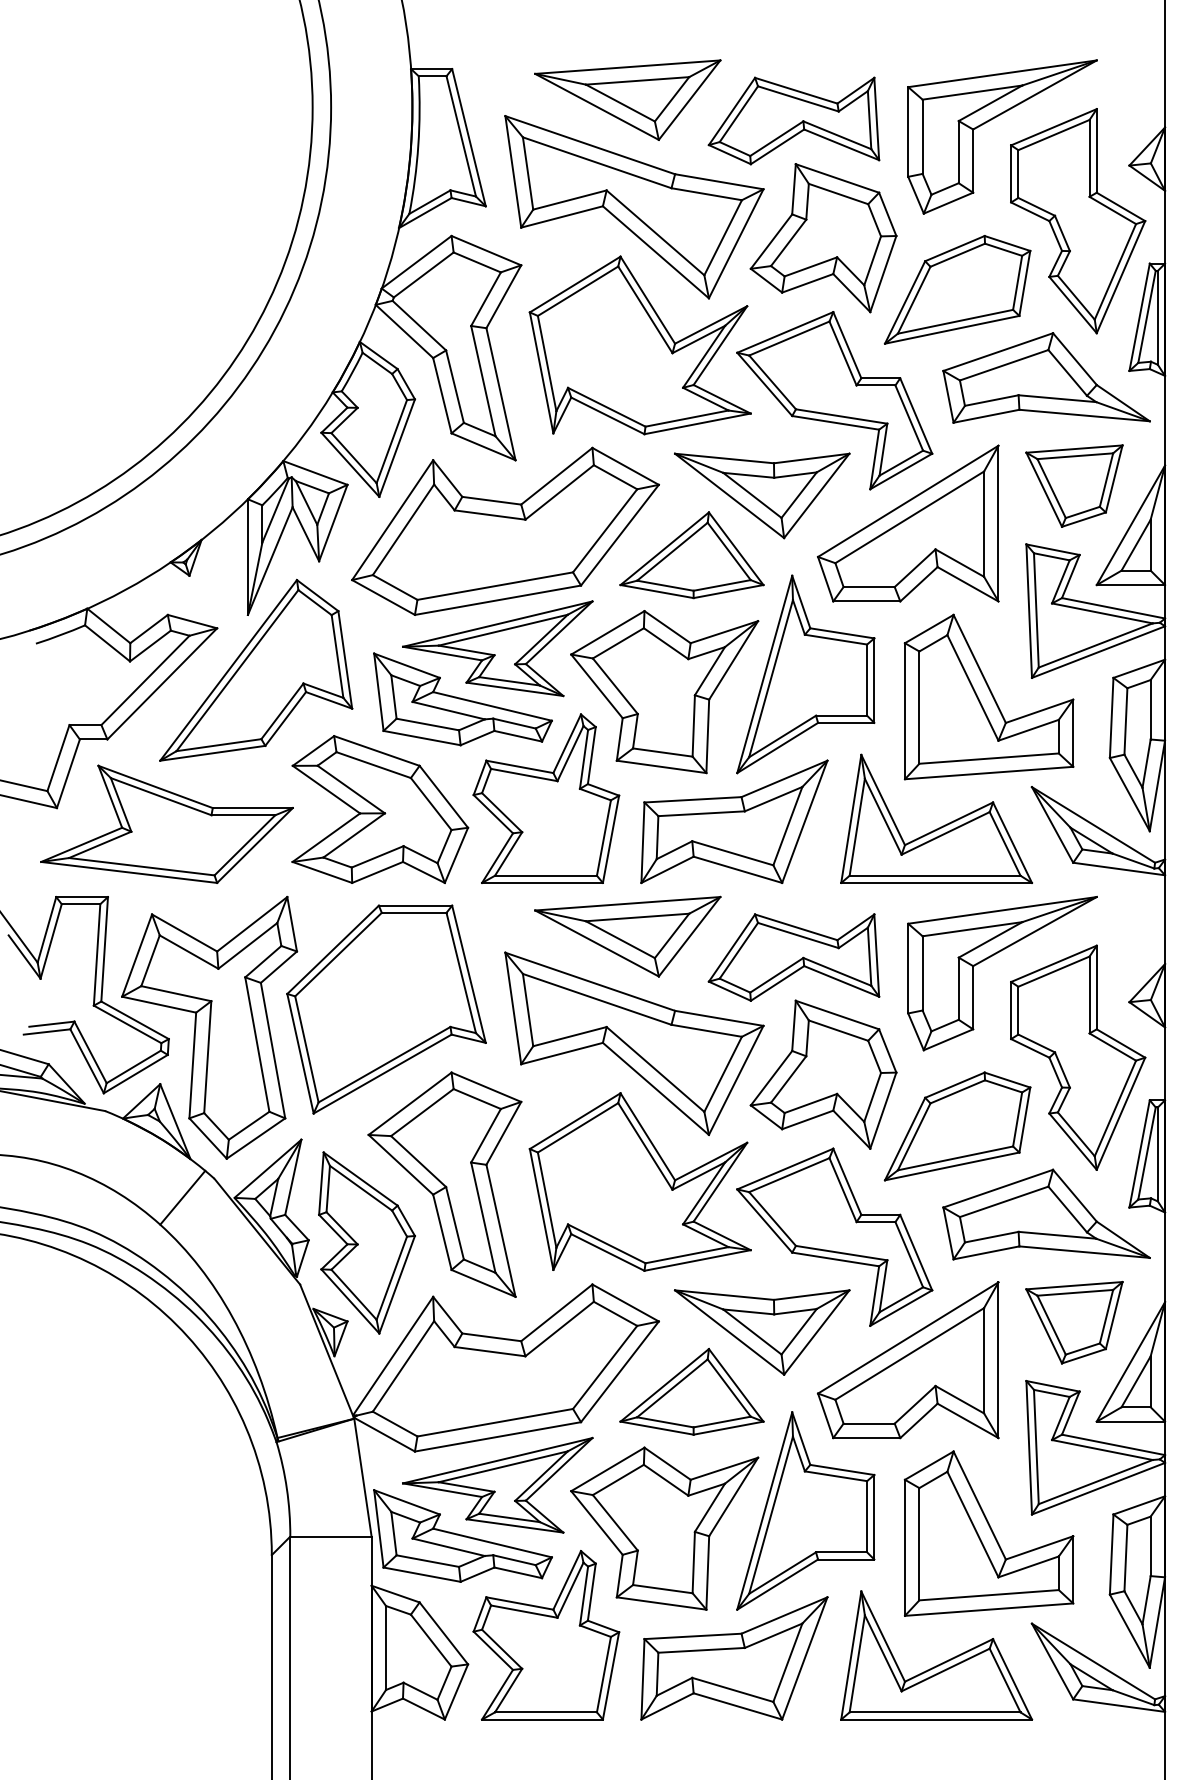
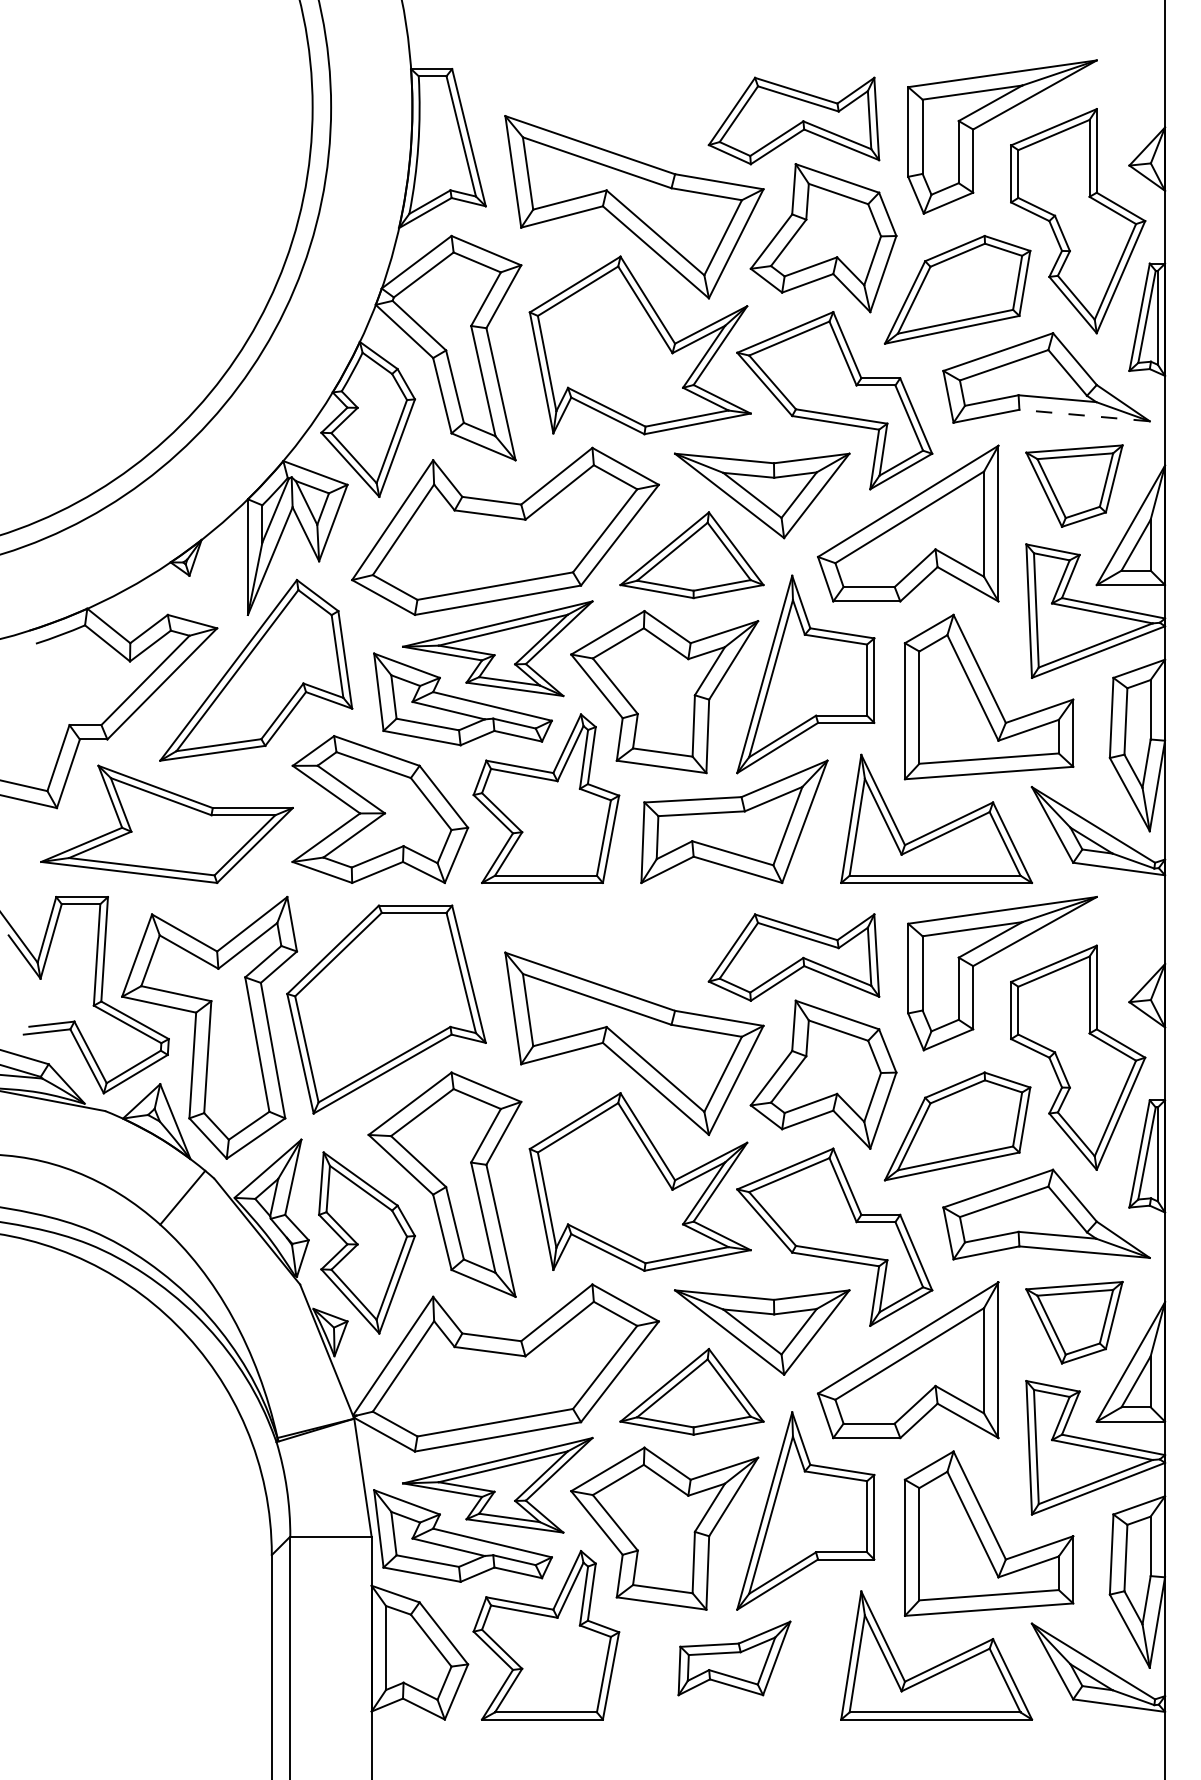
part at (627, 99): present -> none
line at (1084, 415): solid -> dashed
part at (627, 936): present -> none
part at (734, 1658) size: 189x125 px -> 115x77 px
